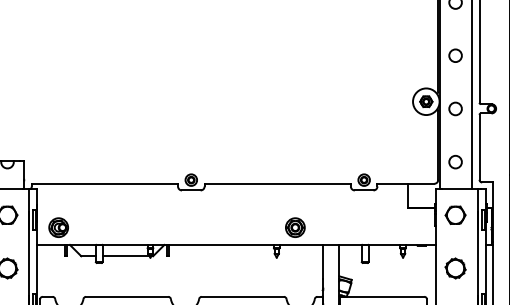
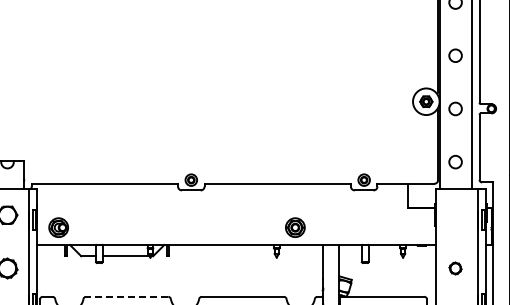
part at (455, 214): present -> none
part at (455, 268) size: 23x23 px -> 15x15 px
line at (126, 296): solid -> dashed
